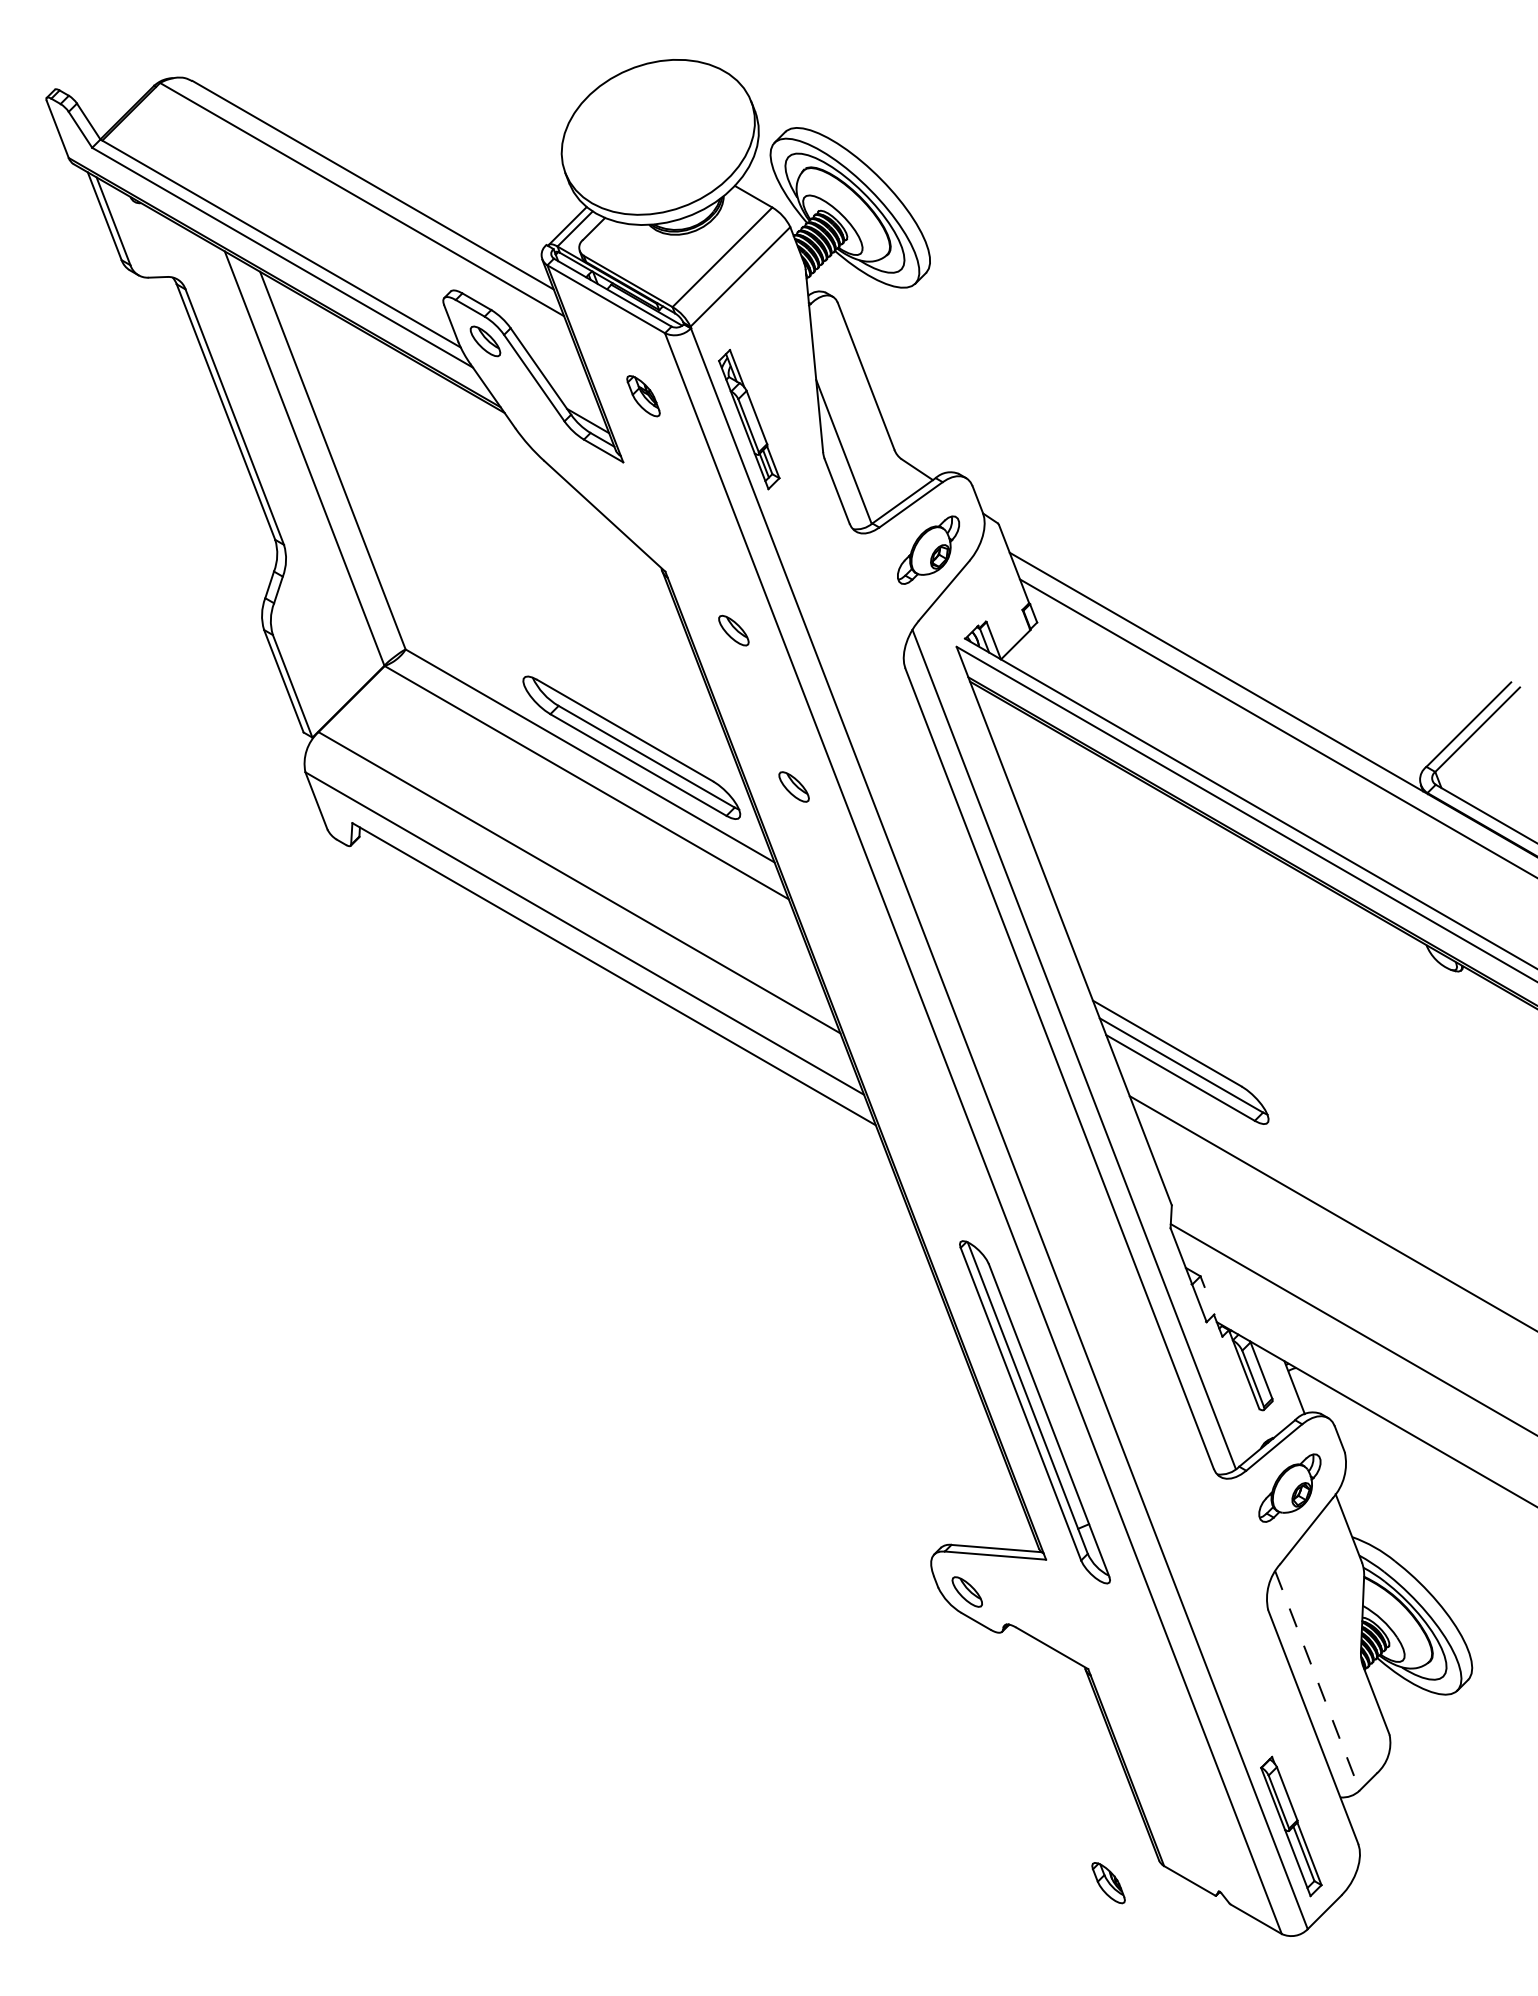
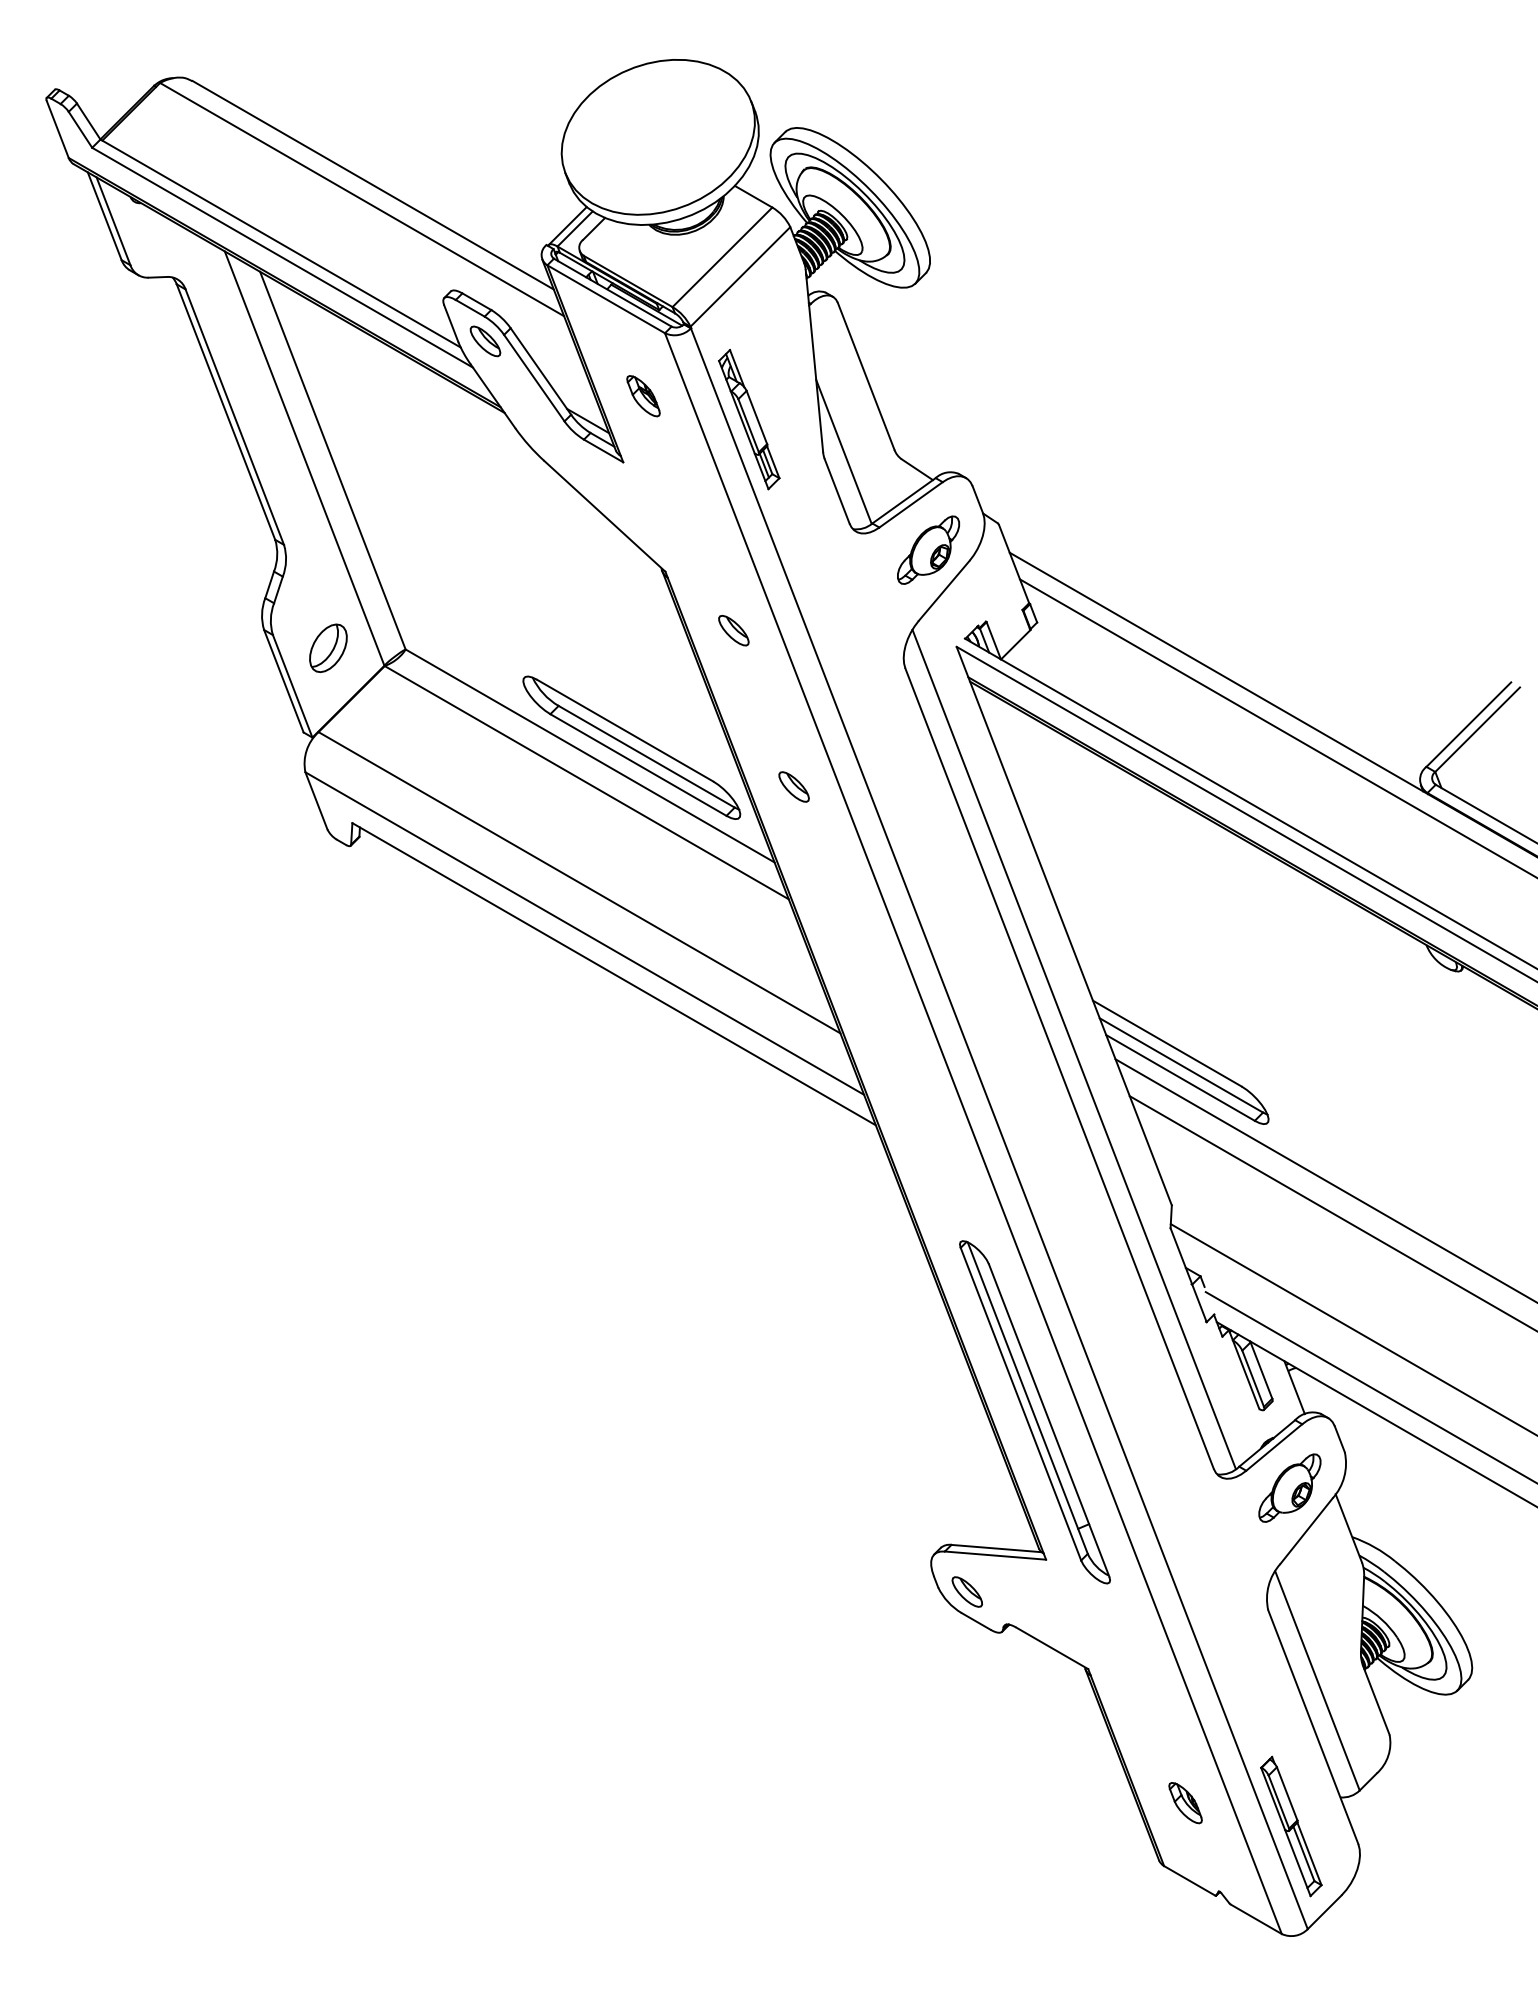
part at (328, 648): none -> present
line at (1324, 1180): none -> present
line at (1369, 1386): none -> present
line at (1317, 1681): dashed -> solid
part at (1108, 1883) position: (1108, 1883) -> (1185, 1803)
